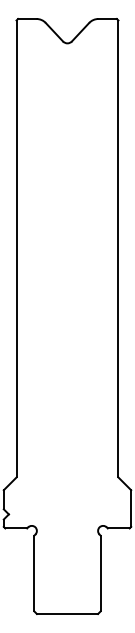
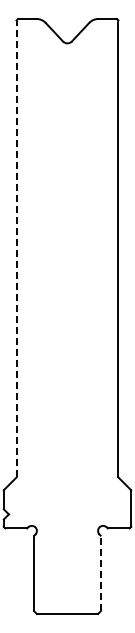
line at (16, 248): solid -> dashed
line at (100, 573): solid -> dashed
